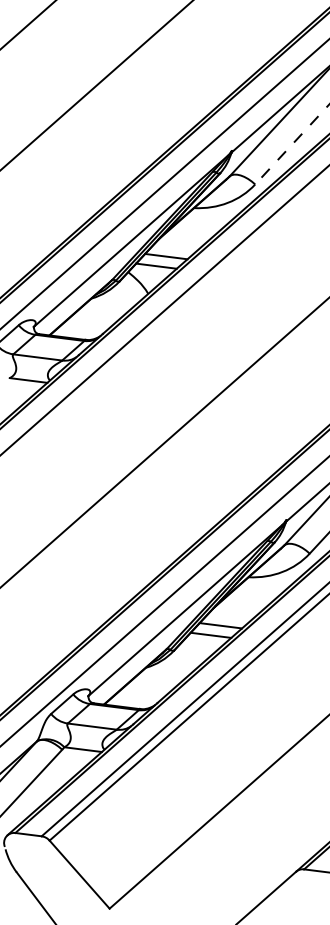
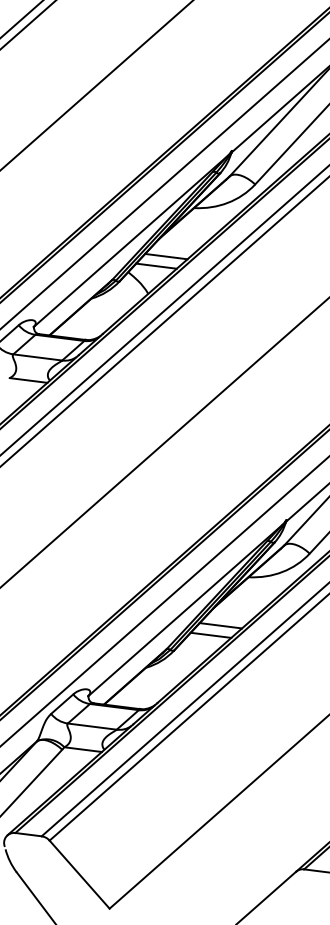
line at (21, 19): none -> present
line at (292, 144): dashed -> solid
line at (164, 321): none -> present
